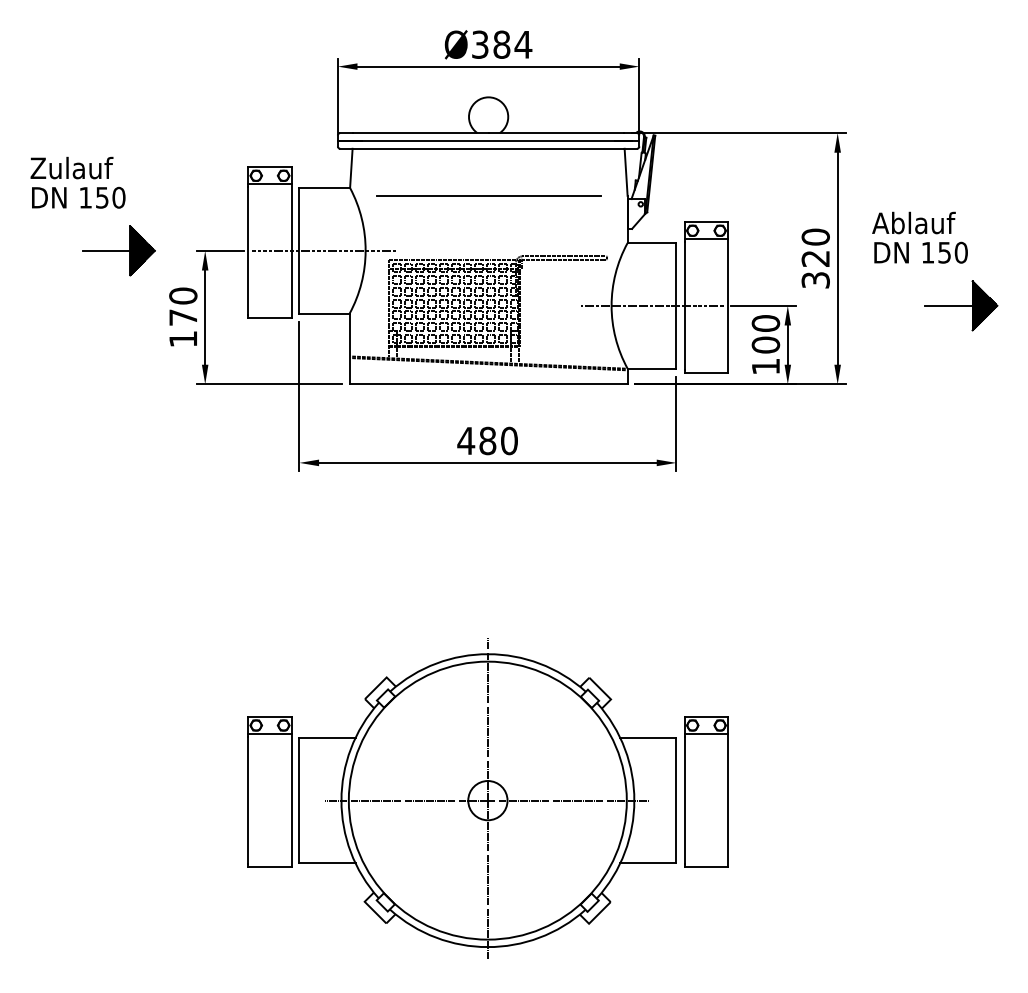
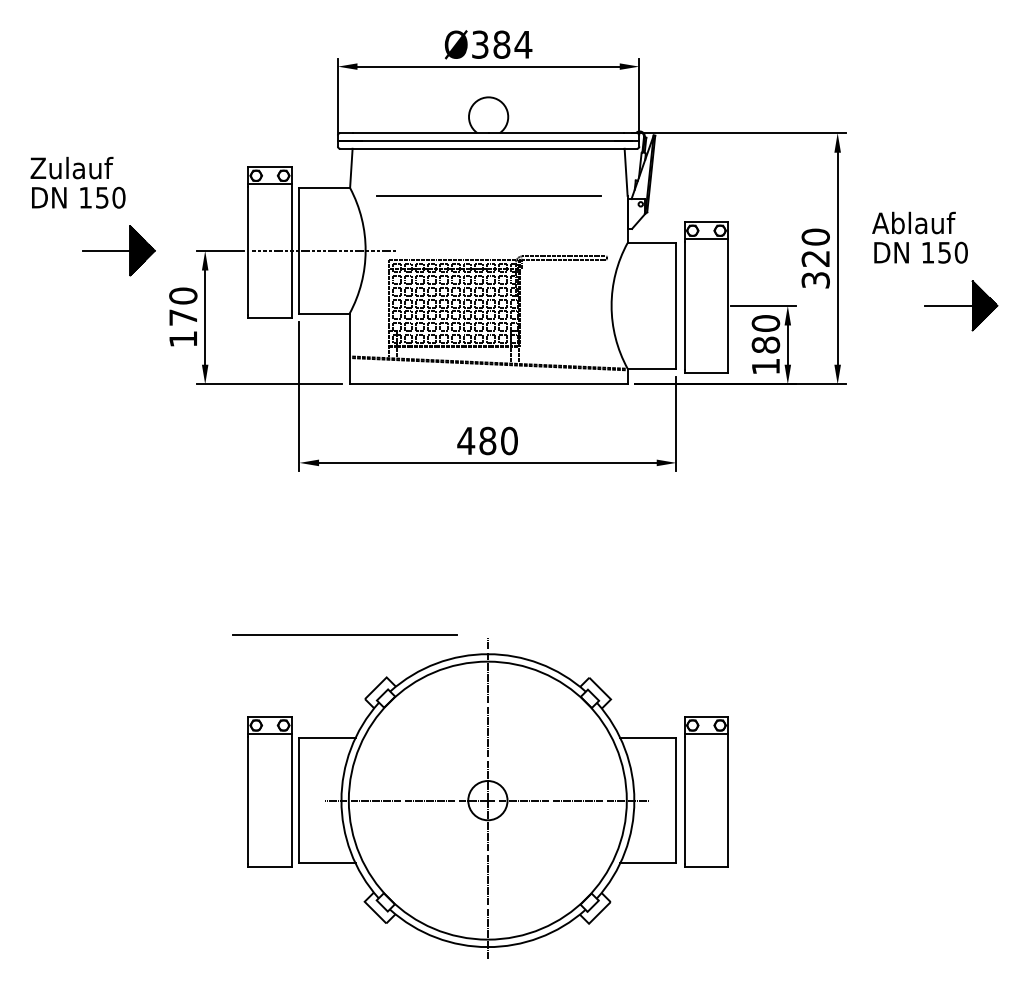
line at (651, 305): present -> none
text at (765, 344): 100 -> 180
line at (344, 634): none -> present
